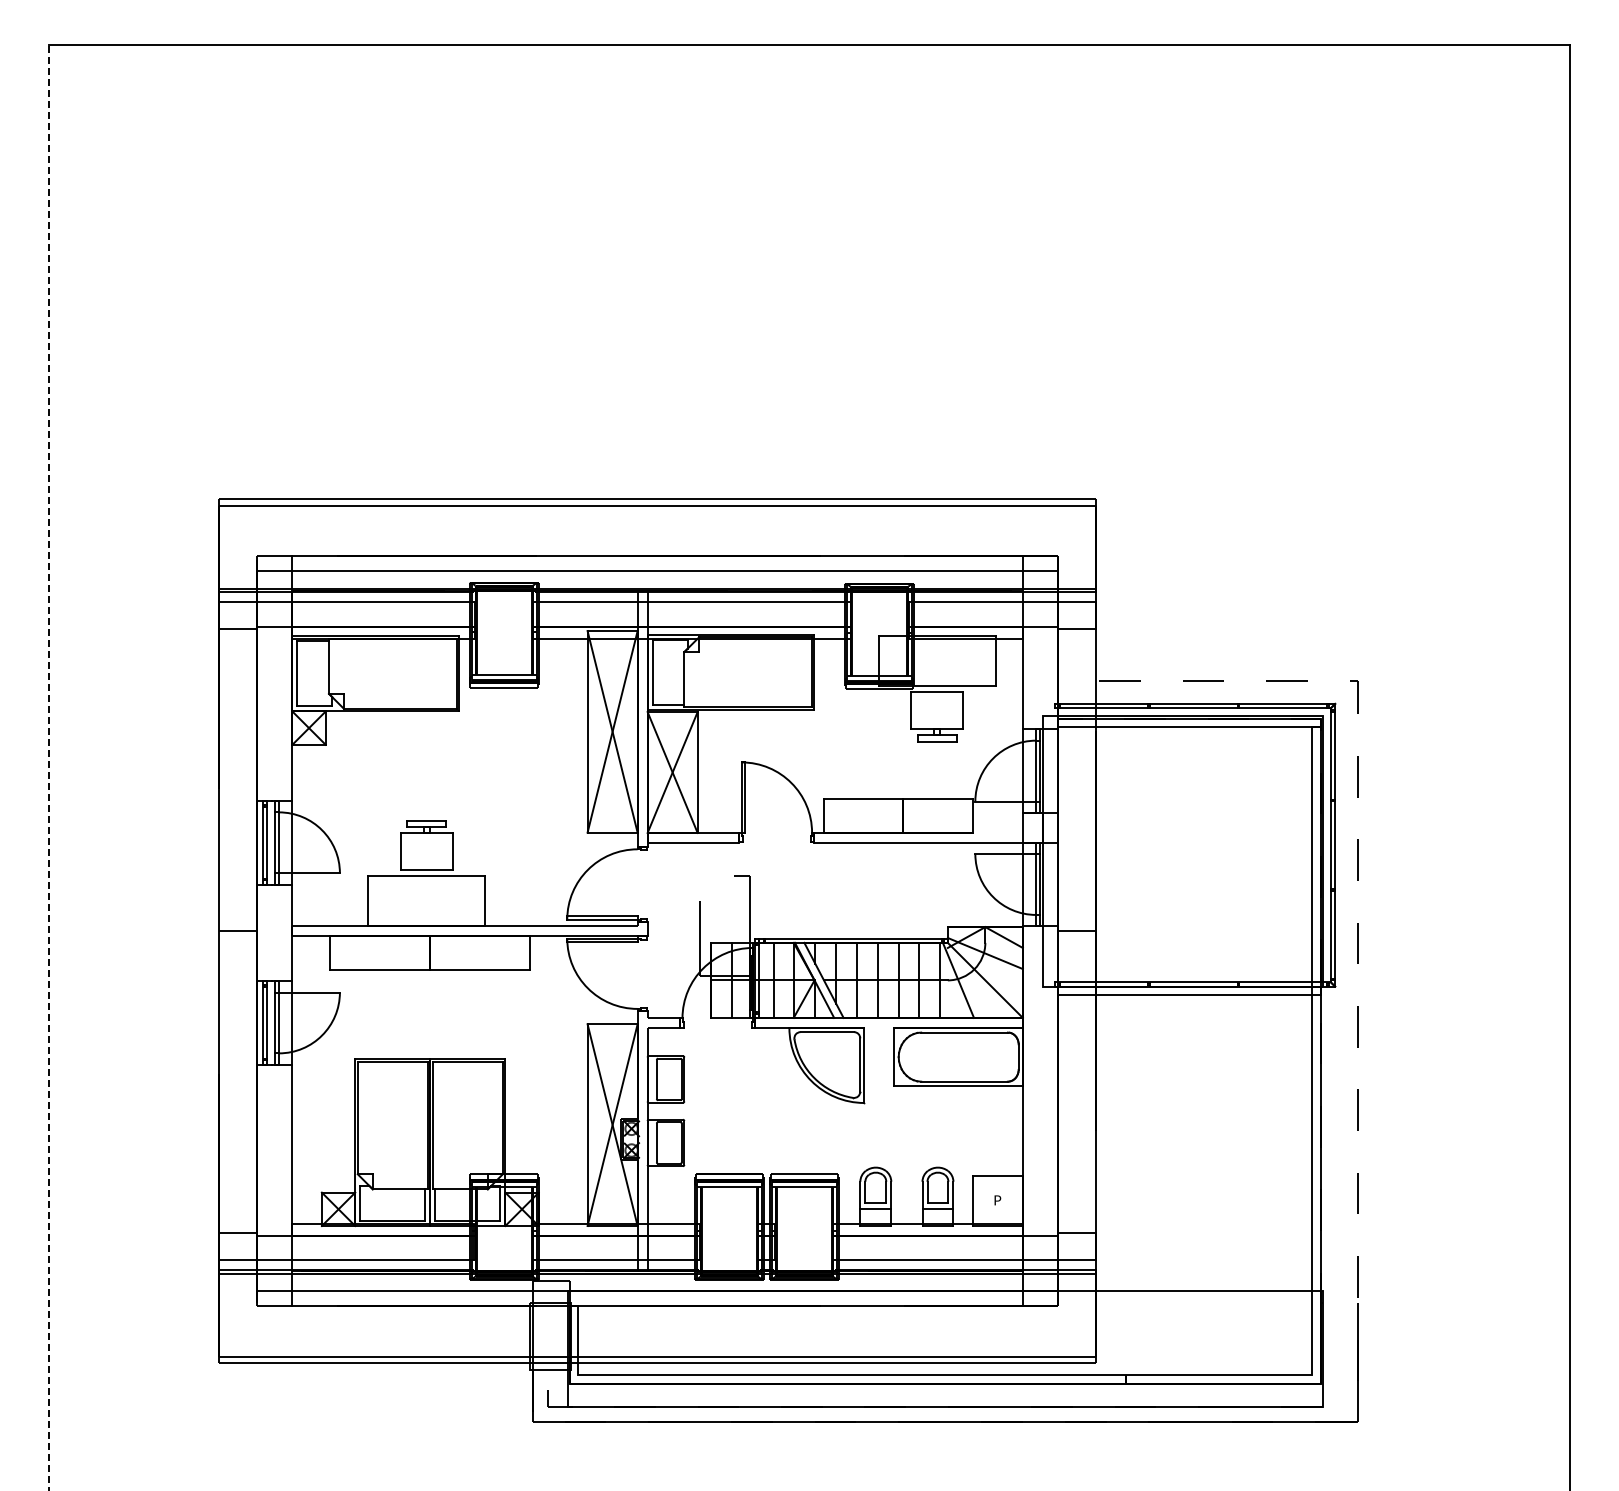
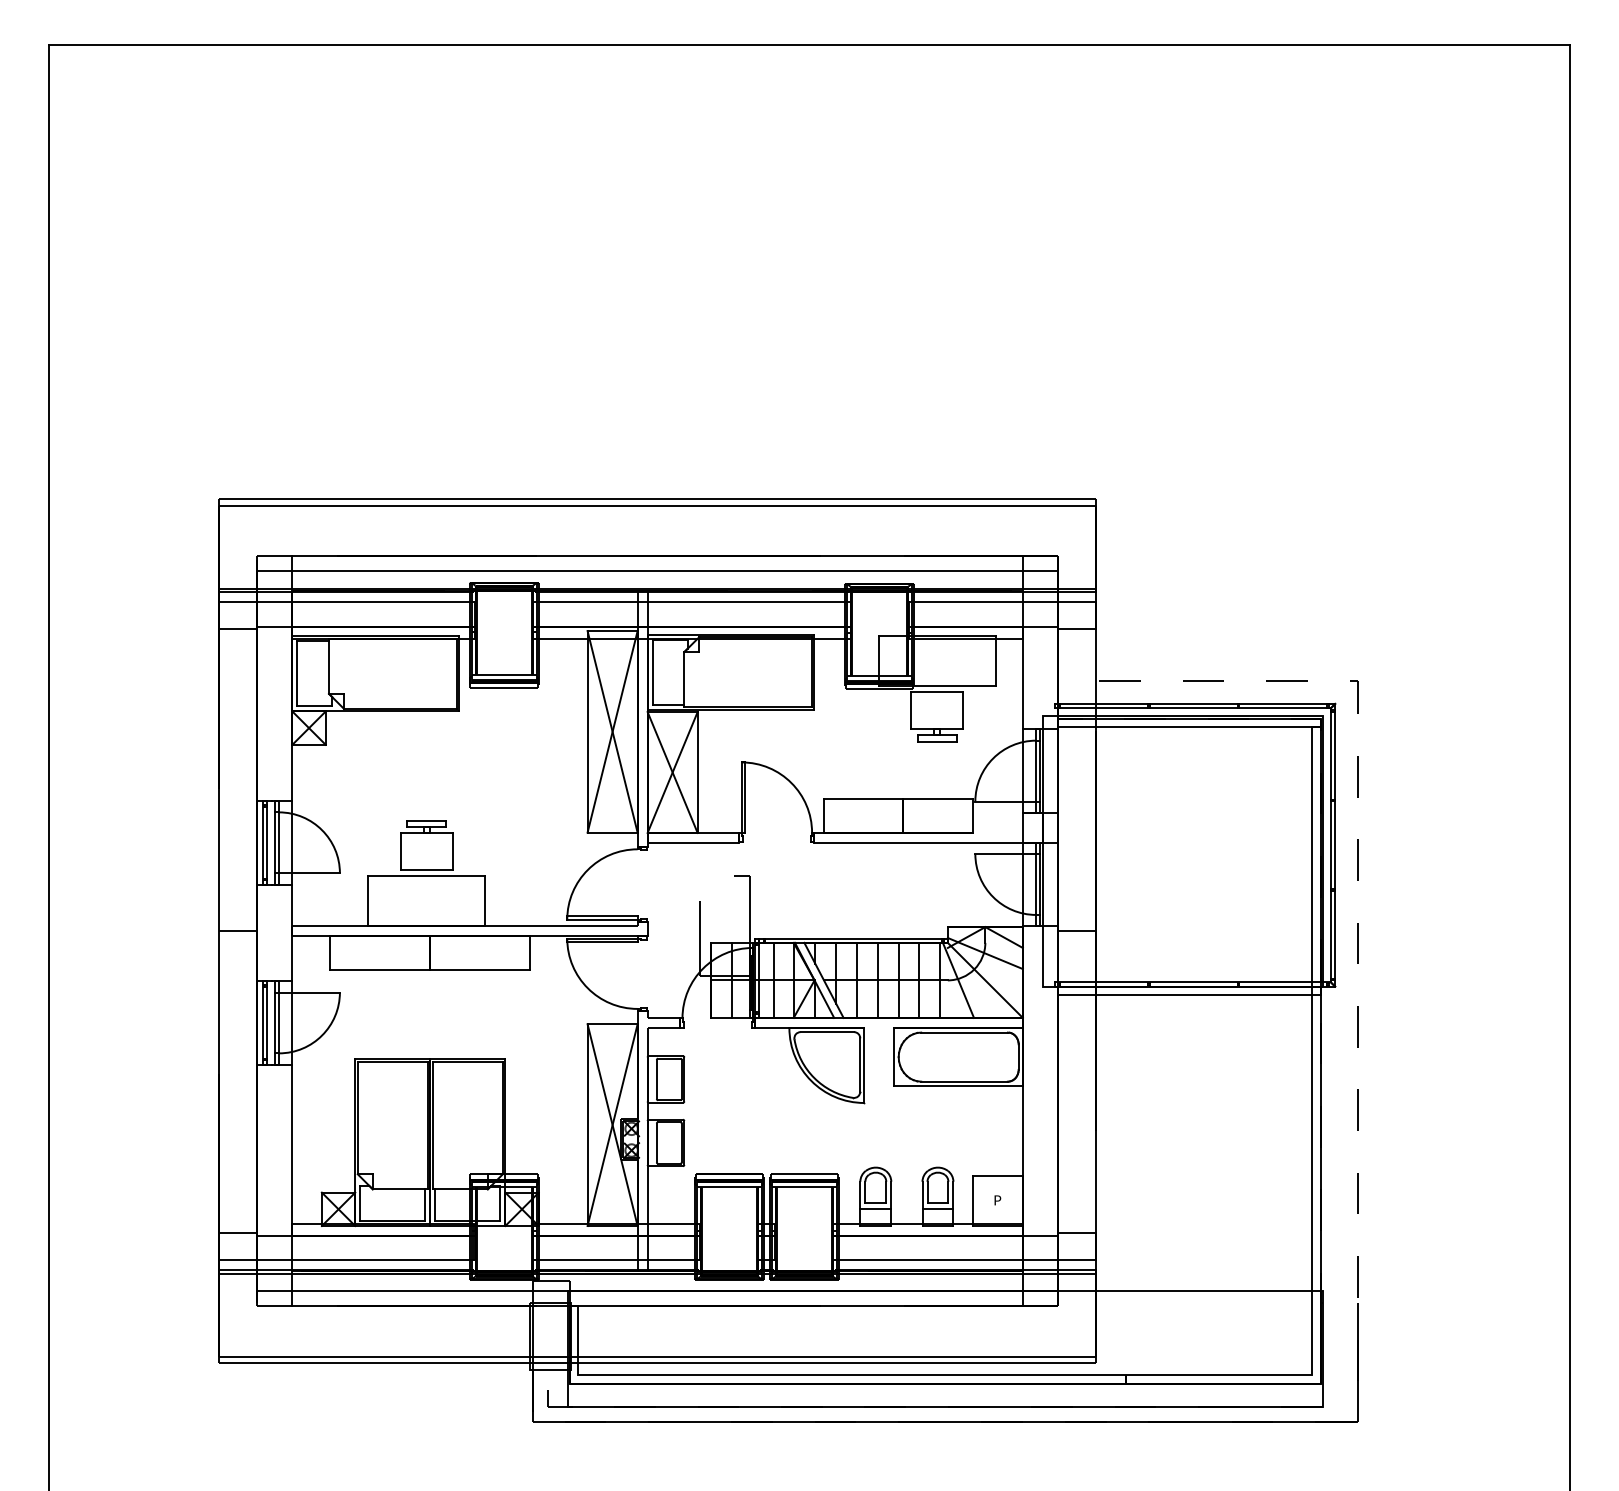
line at (48, 767): dashed -> solid
